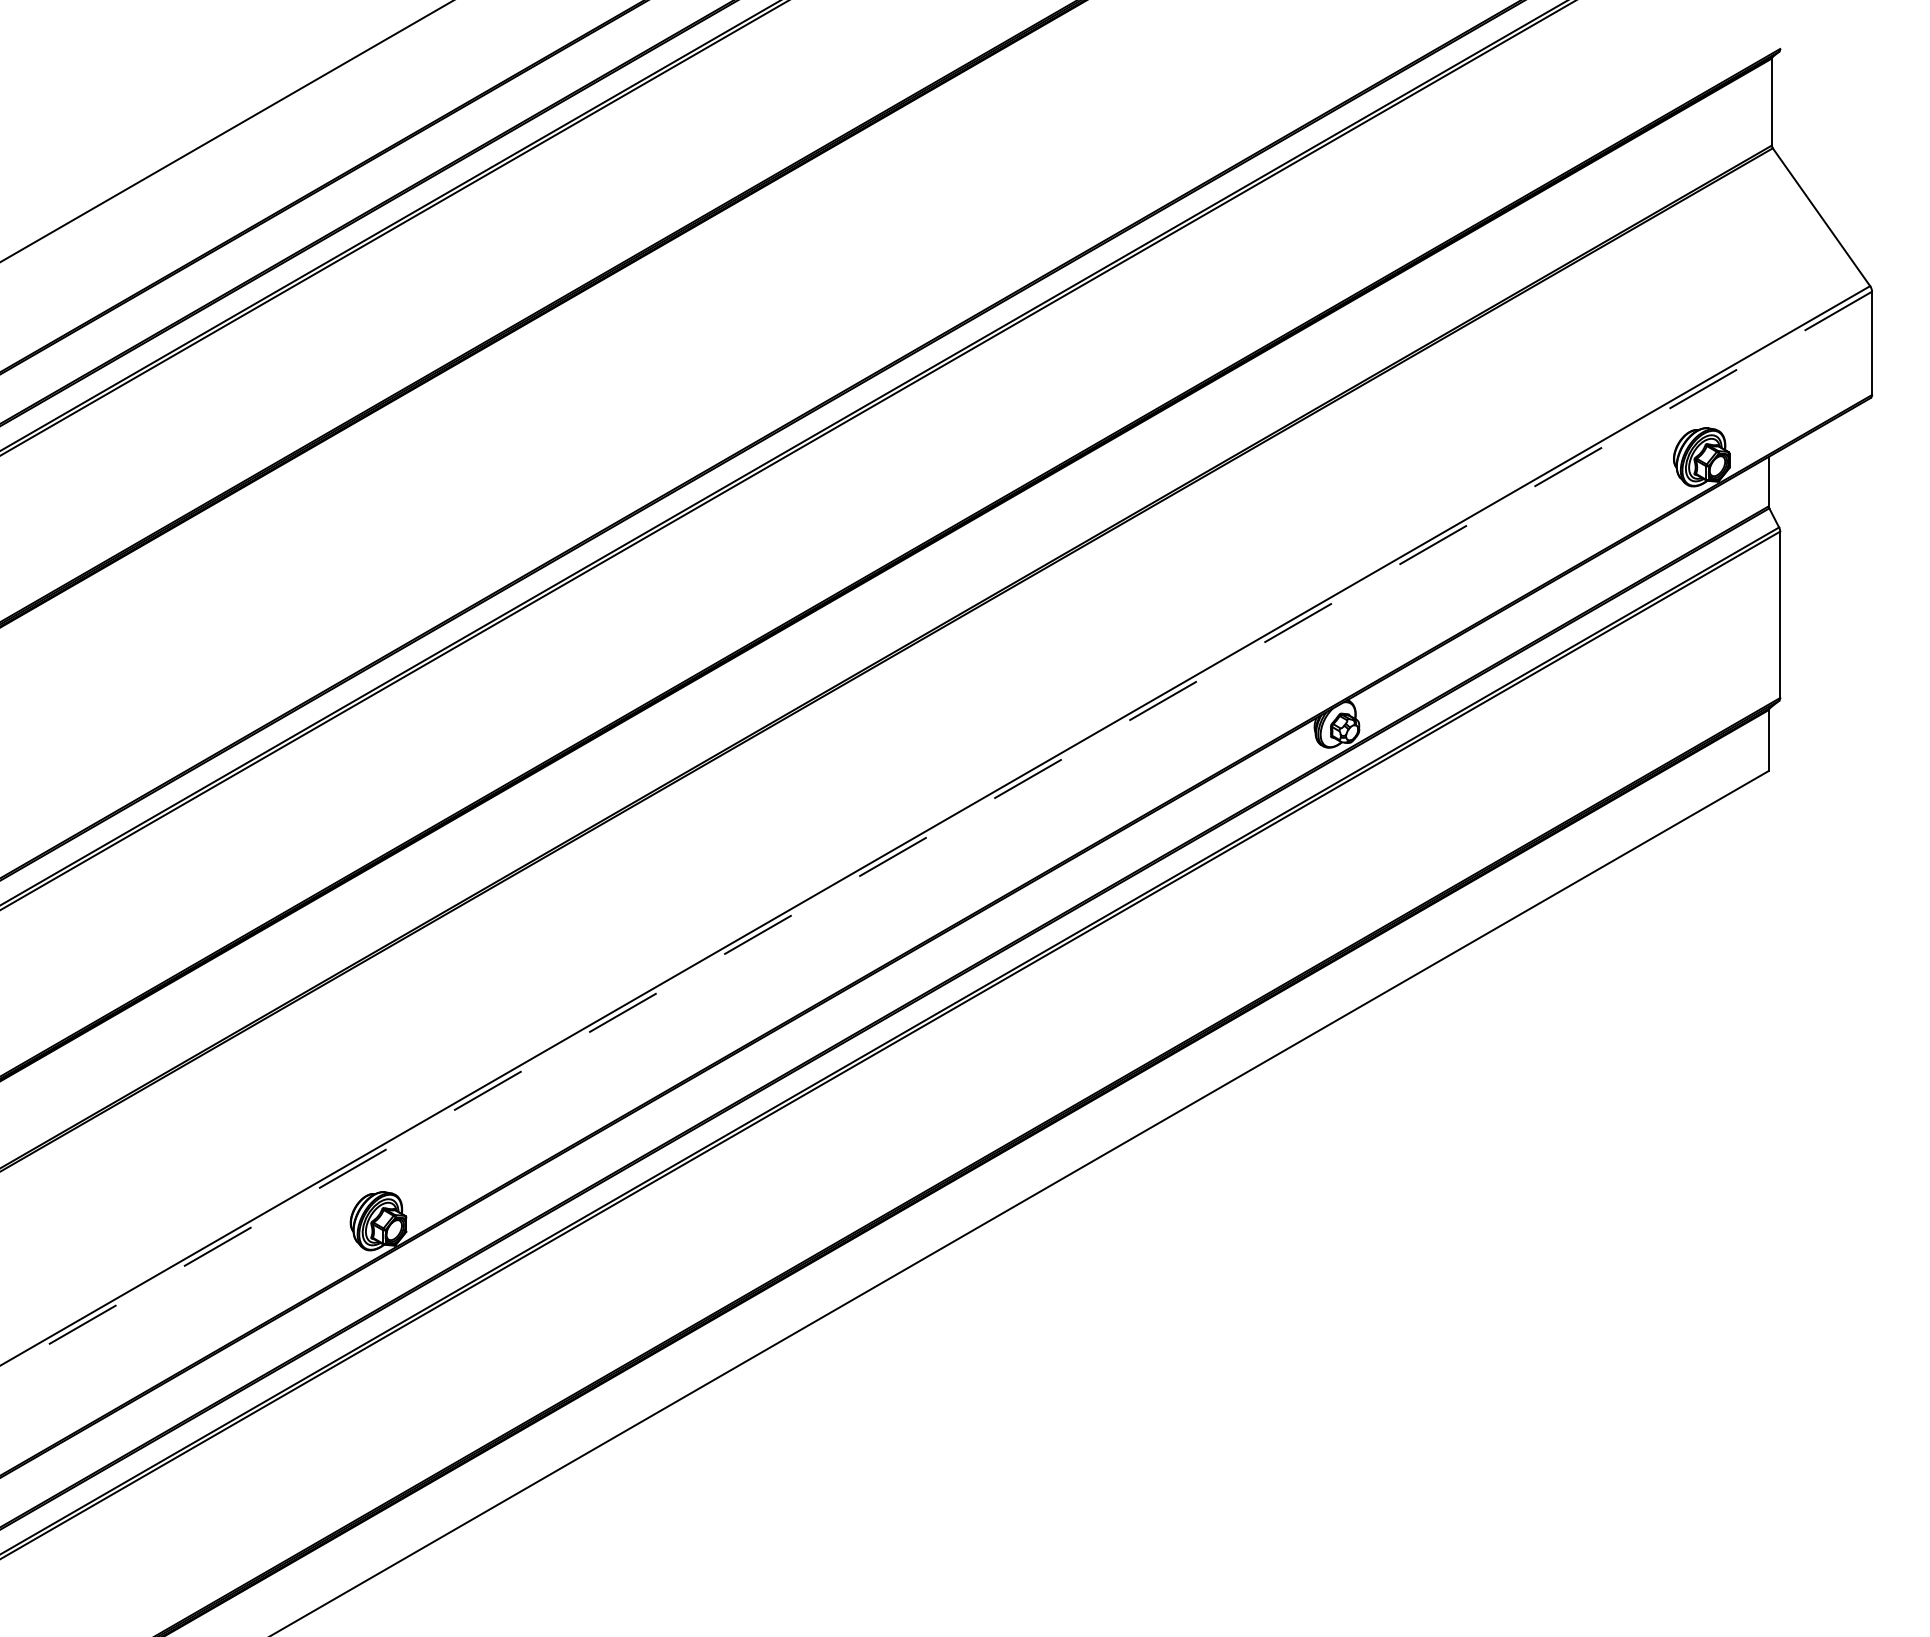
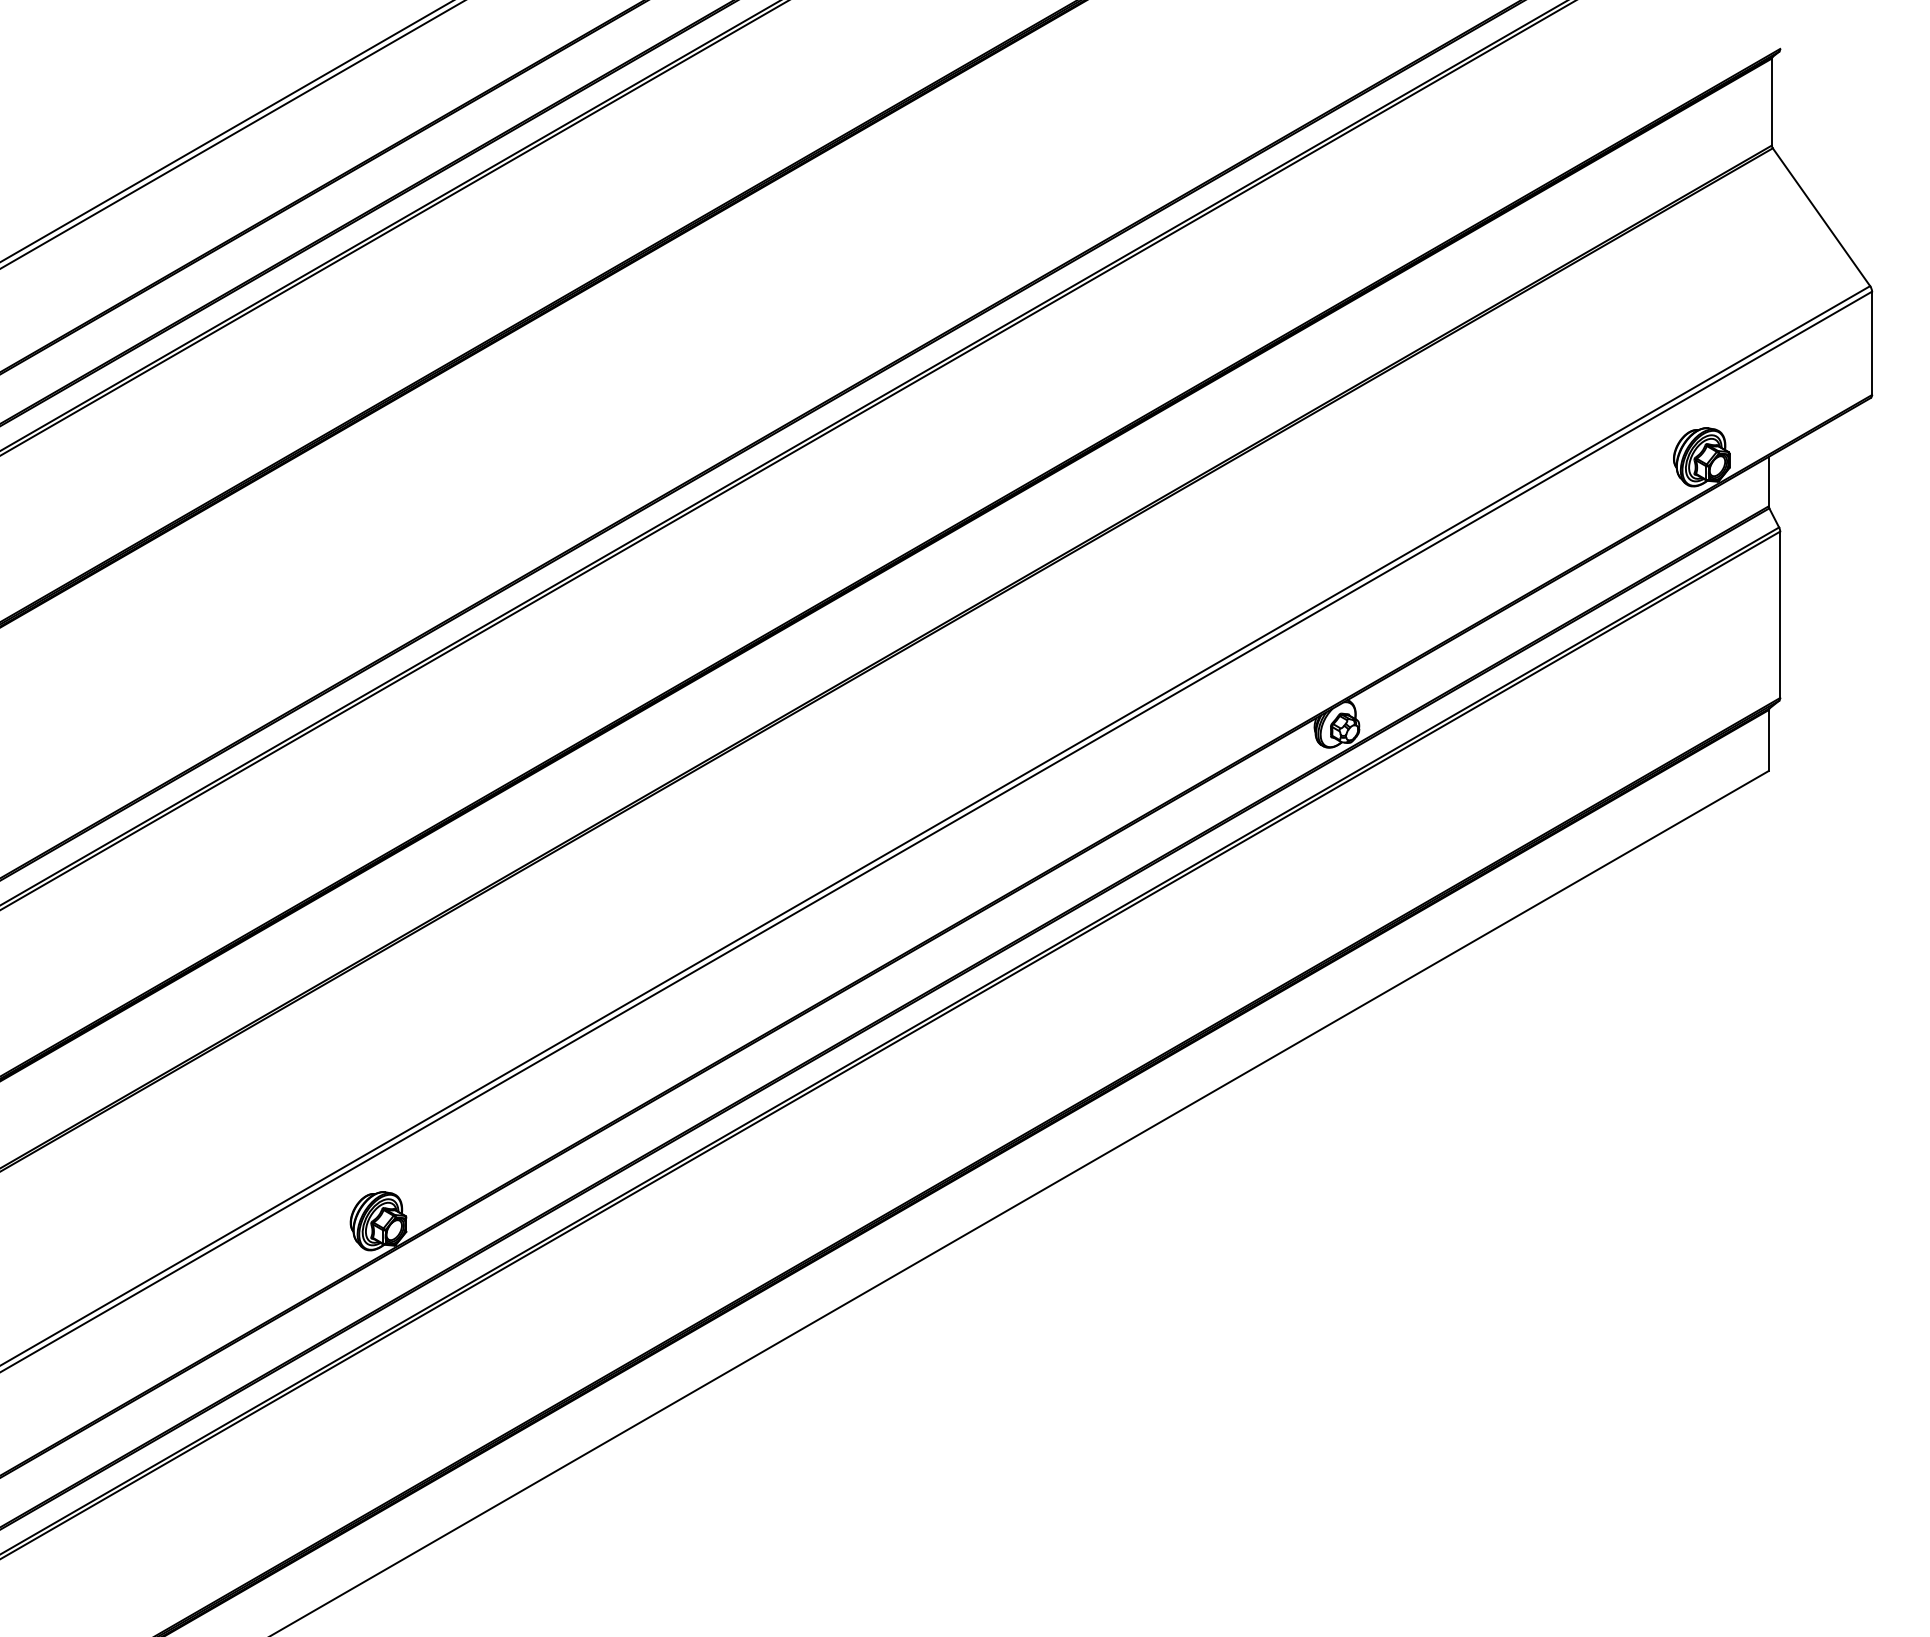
line at (231, 134): none -> present
line at (935, 832): dashed -> solid
